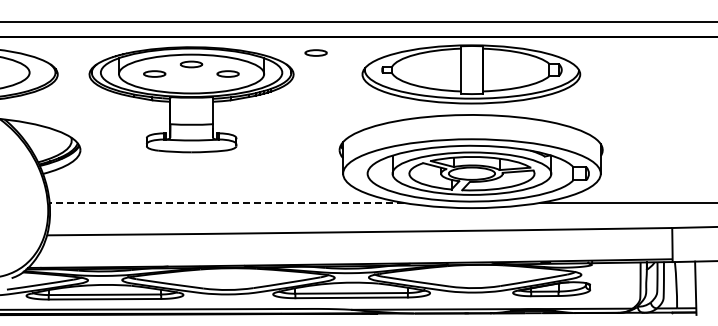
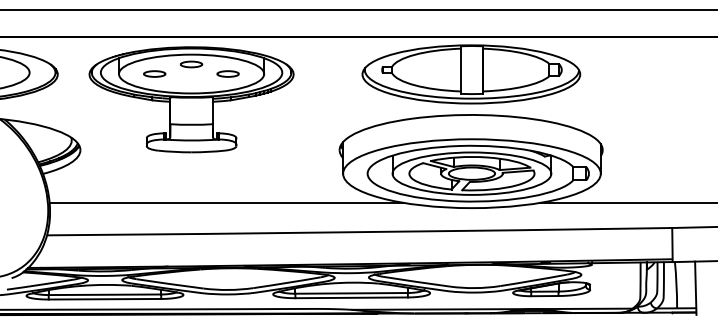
line at (358, 21) position: (358, 21) -> (358, 9)
part at (315, 52): present -> none
line at (226, 202): dashed -> solid
